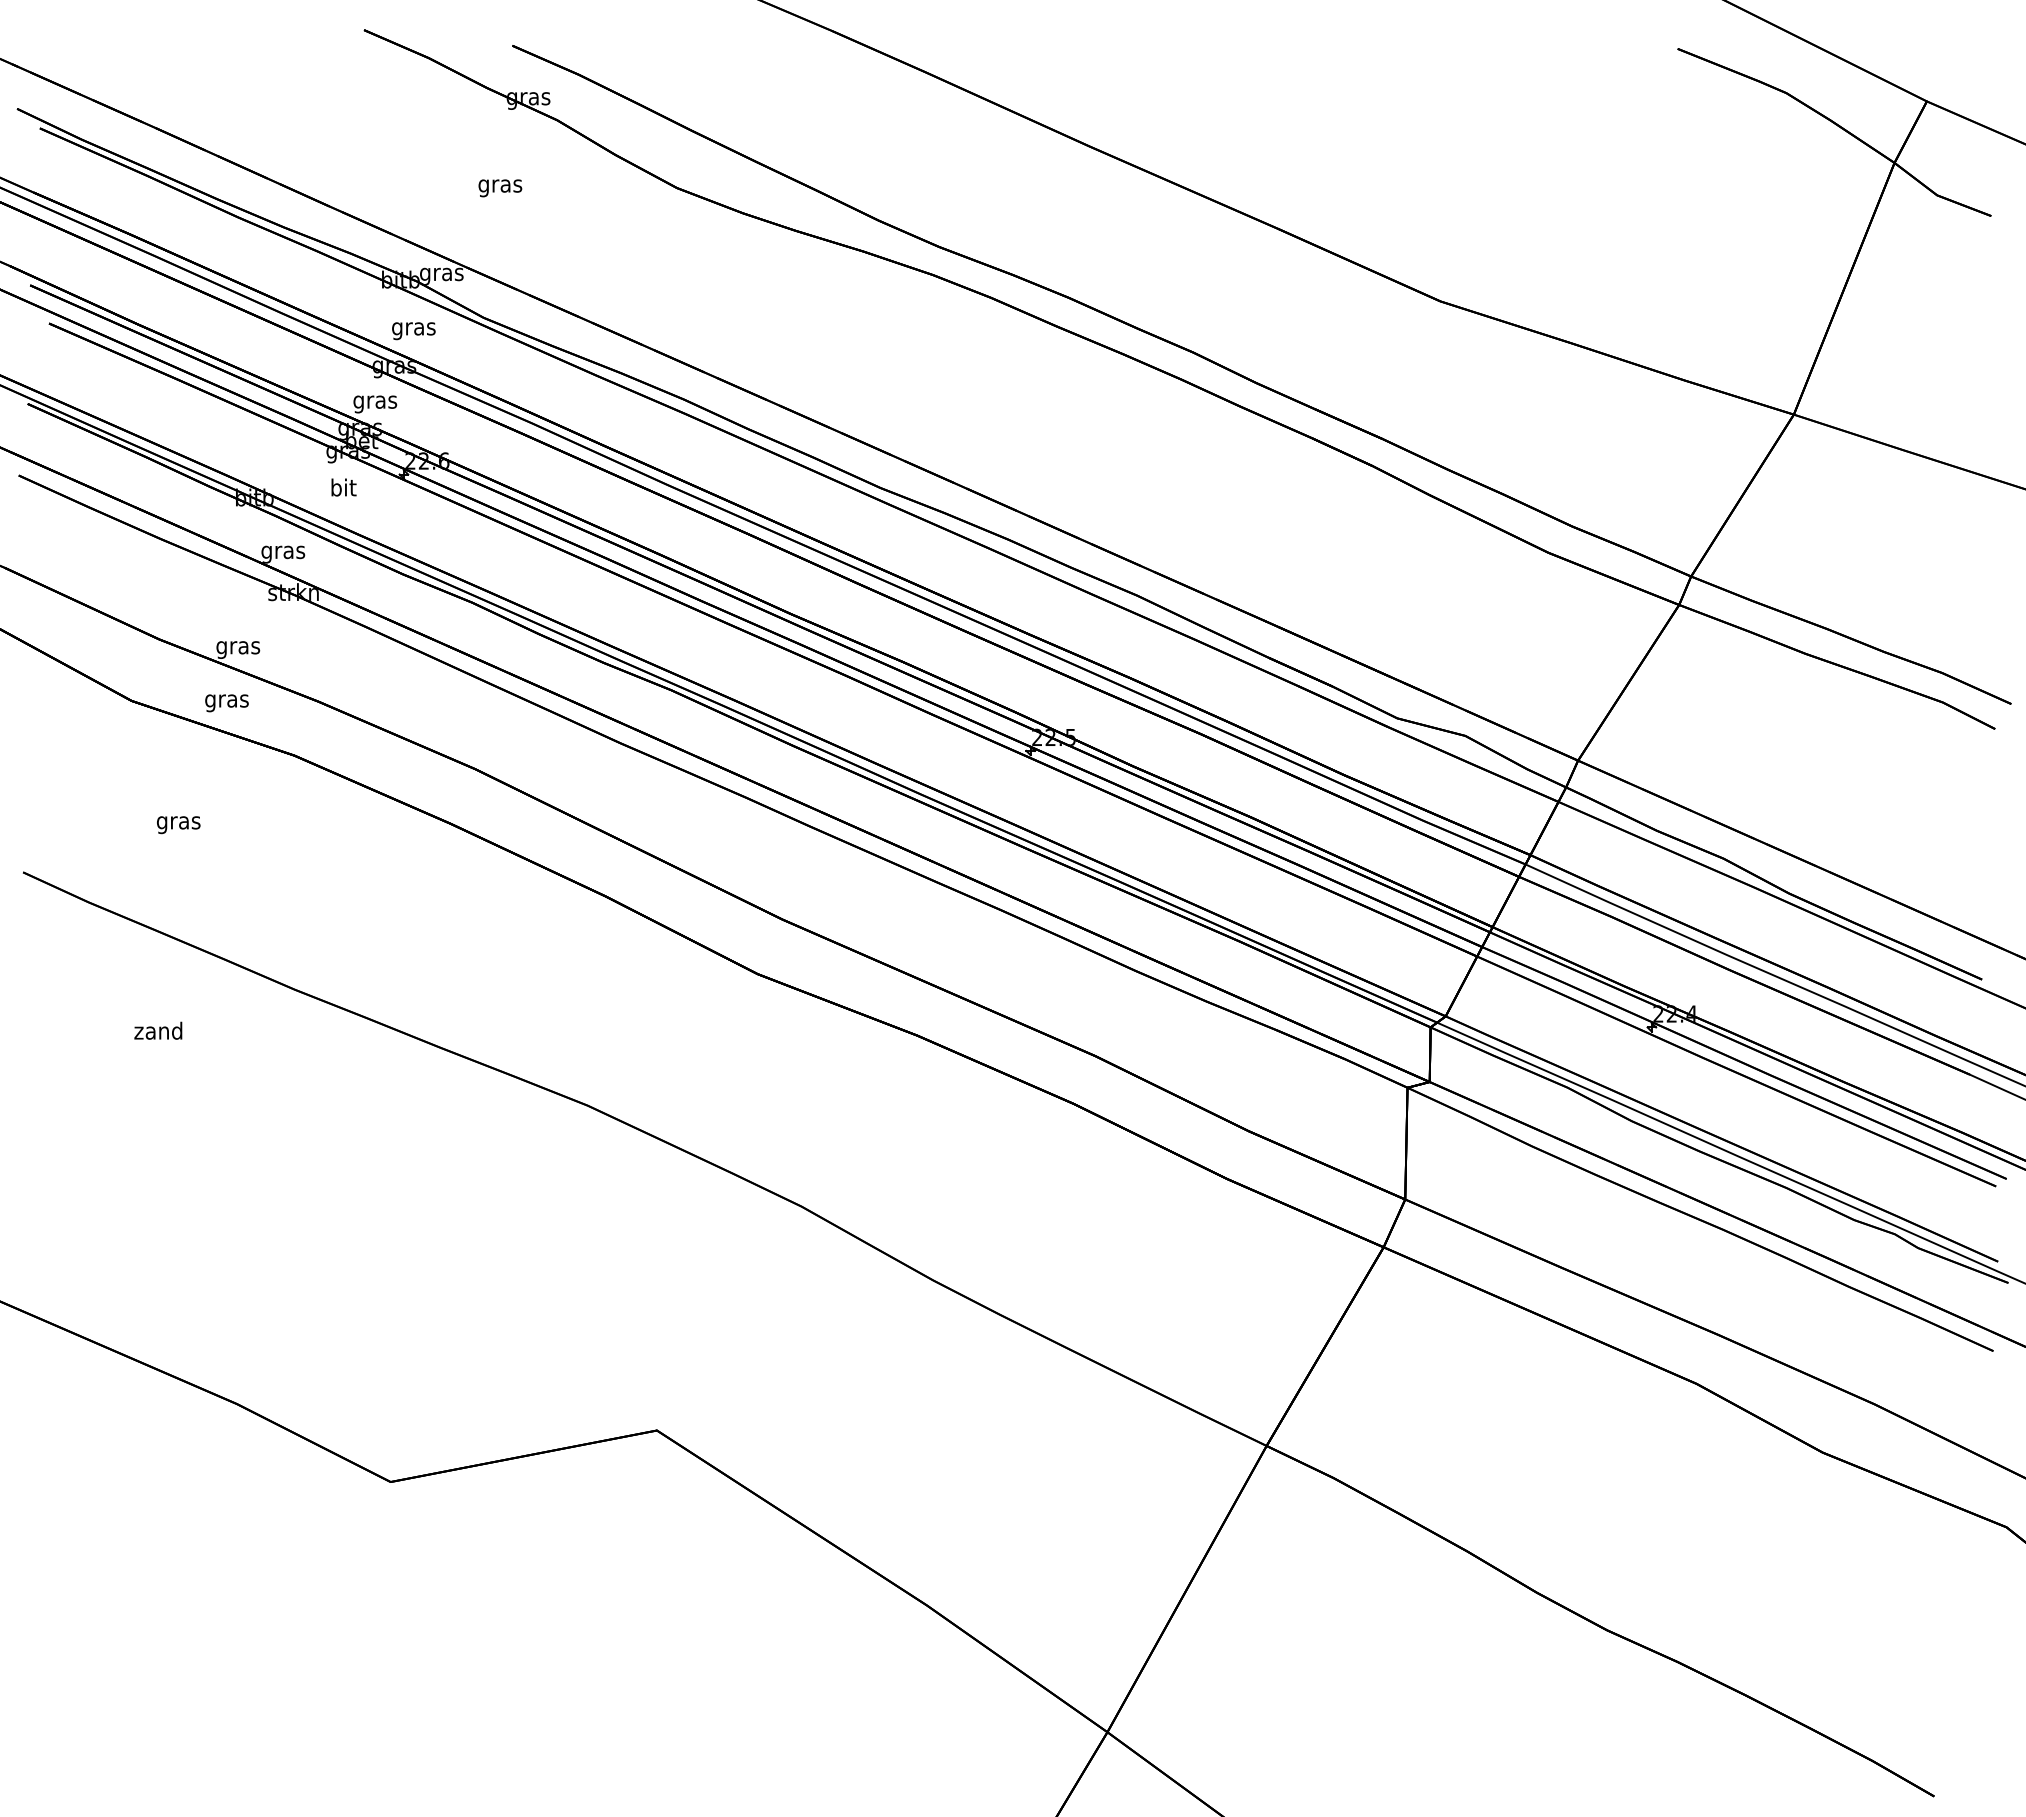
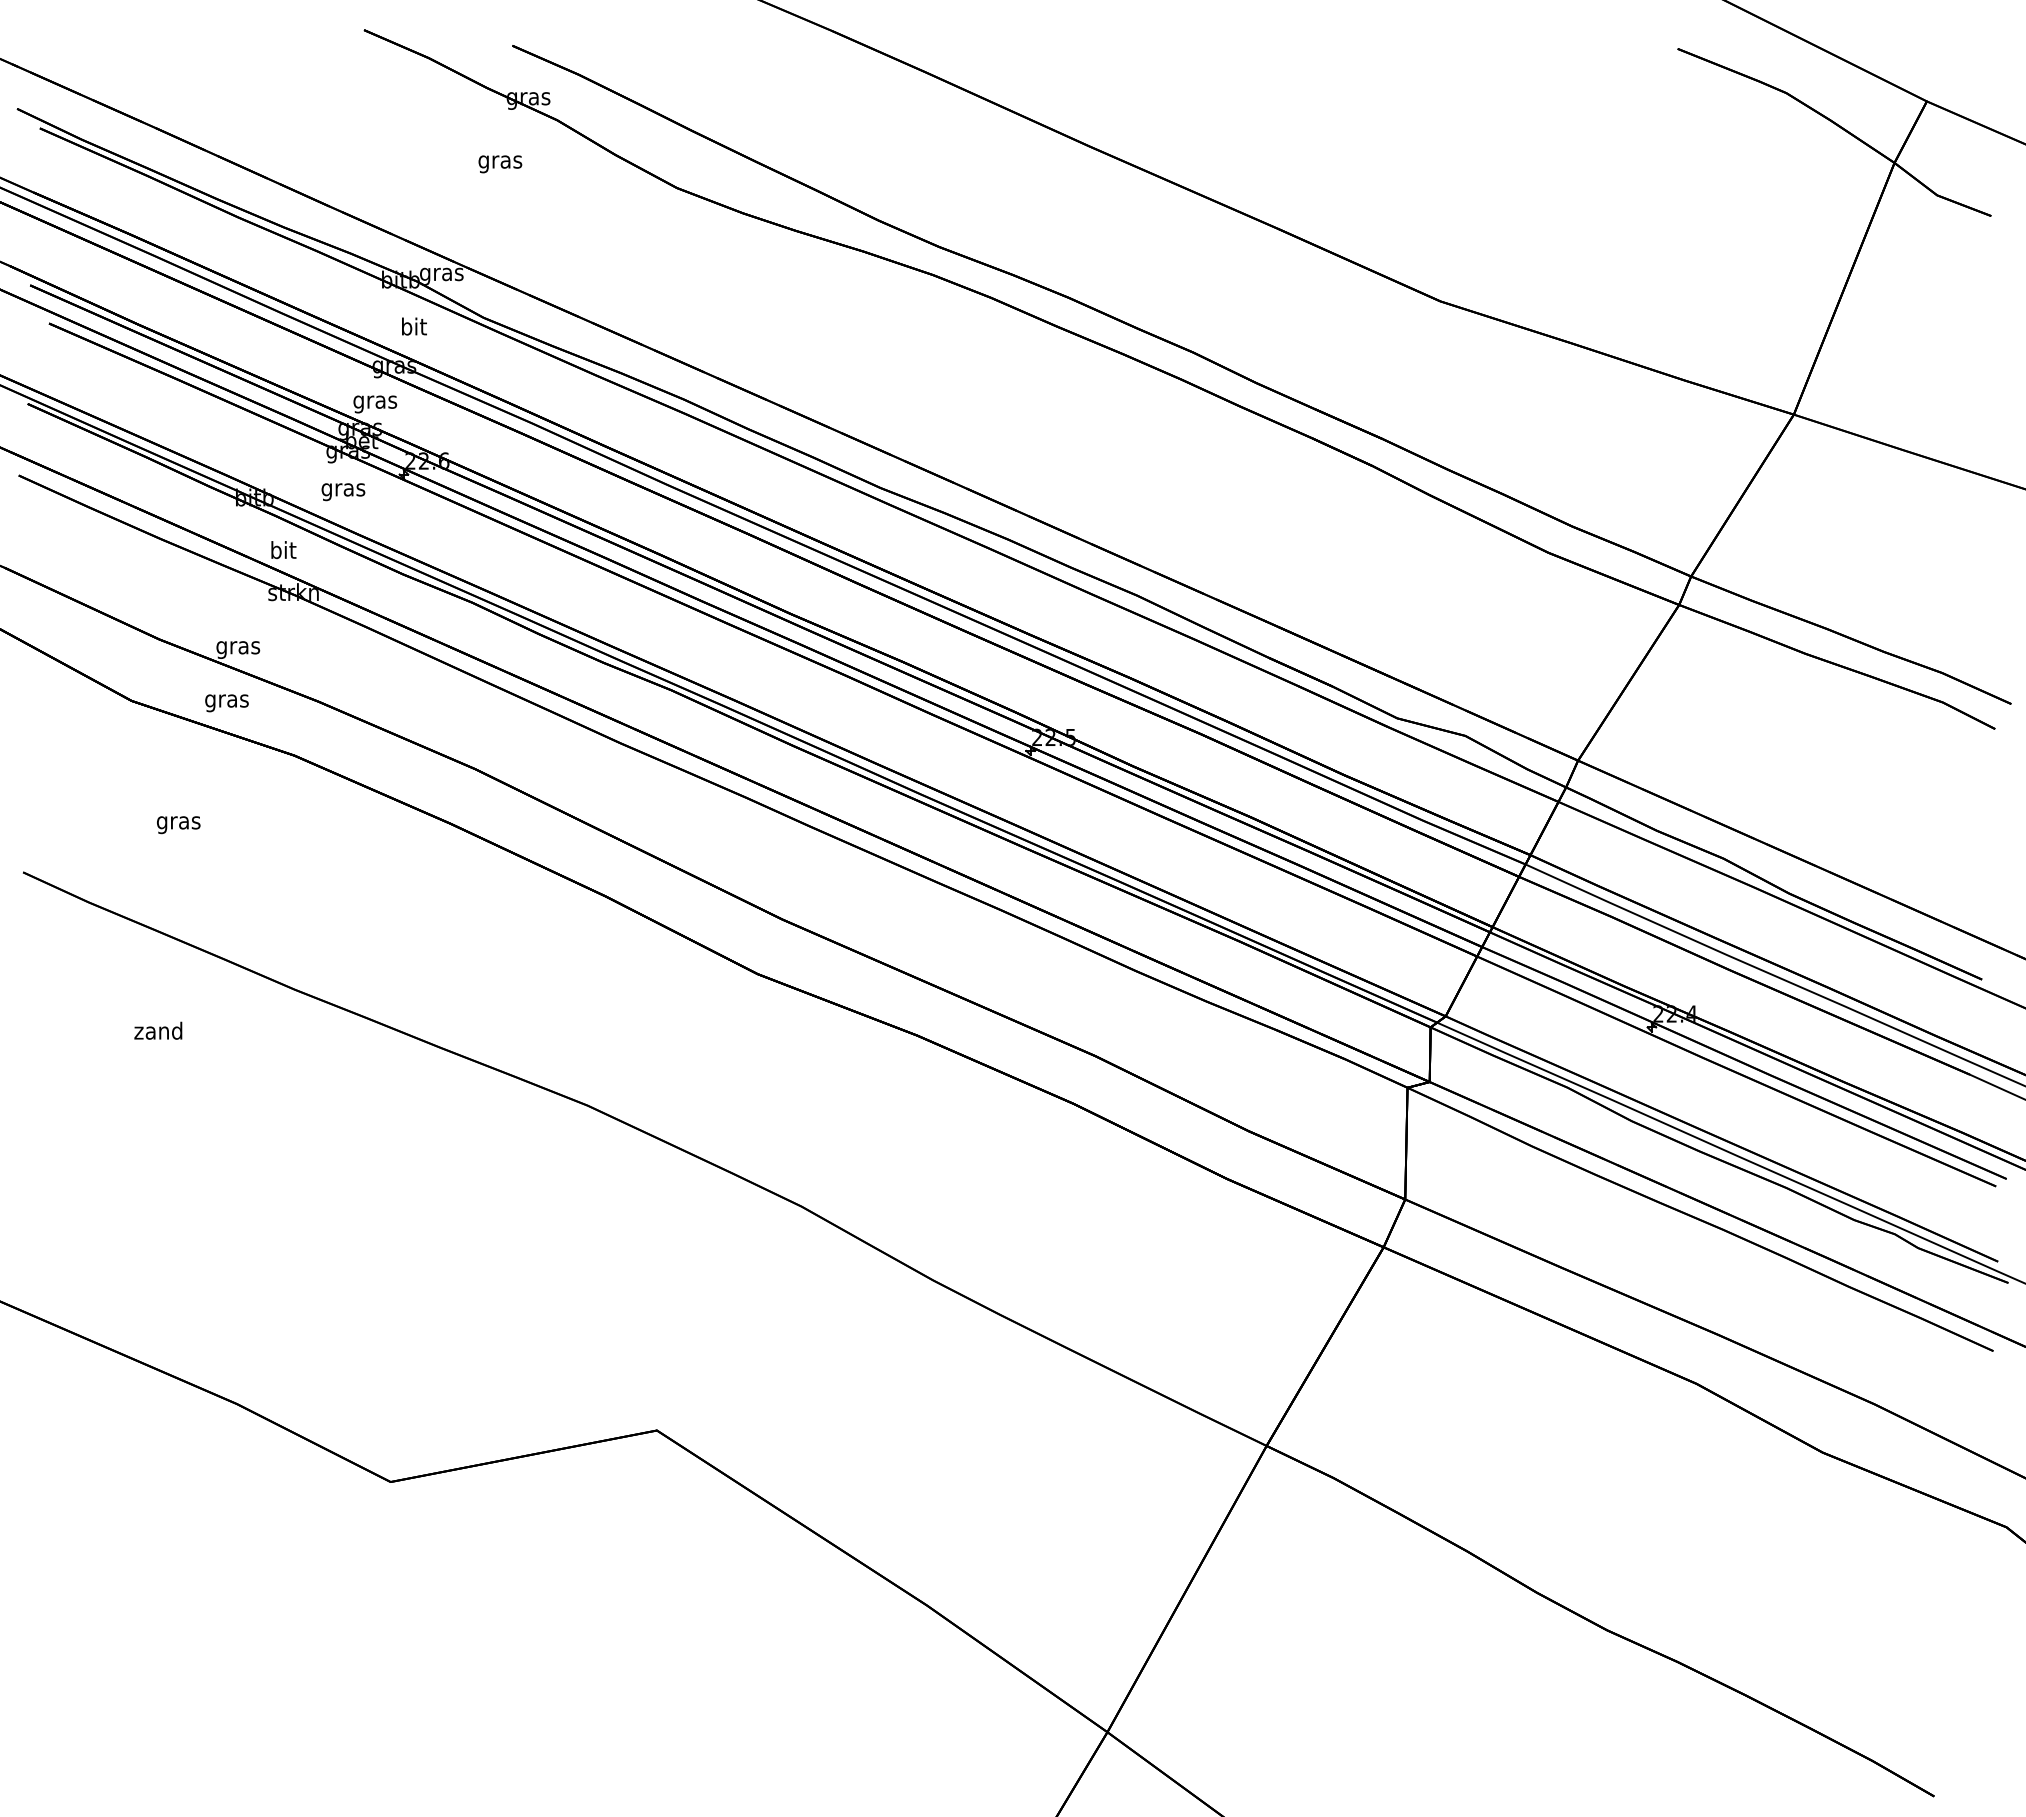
text at (500, 188) position: (500, 188) -> (500, 164)
text at (413, 328): gras -> bit
text at (343, 489): bit -> gras
text at (283, 552): gras -> bit
